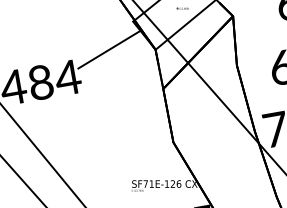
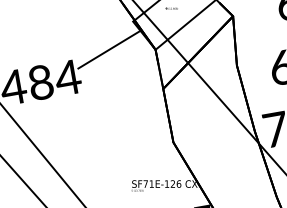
line at (182, 8) position: (182, 8) -> (171, 8)
